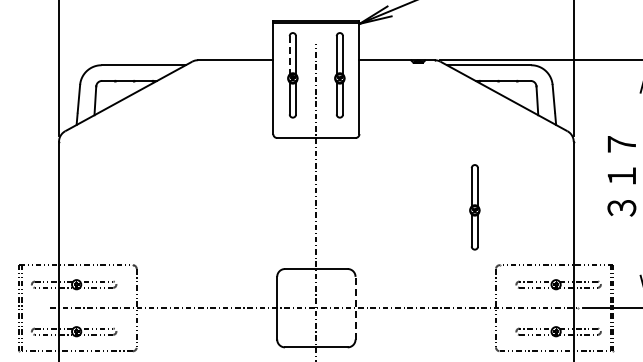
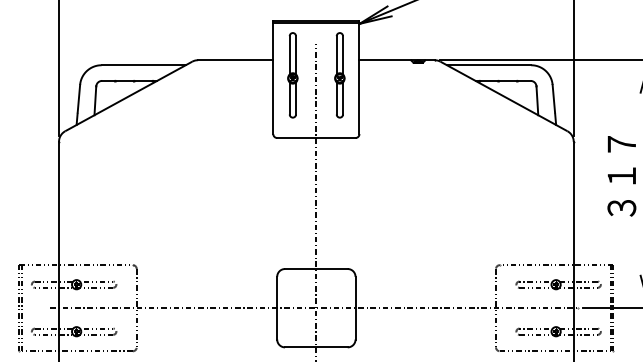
line at (289, 55): dashed -> solid
part at (474, 207): present -> none
line at (355, 307): dashed -> solid
